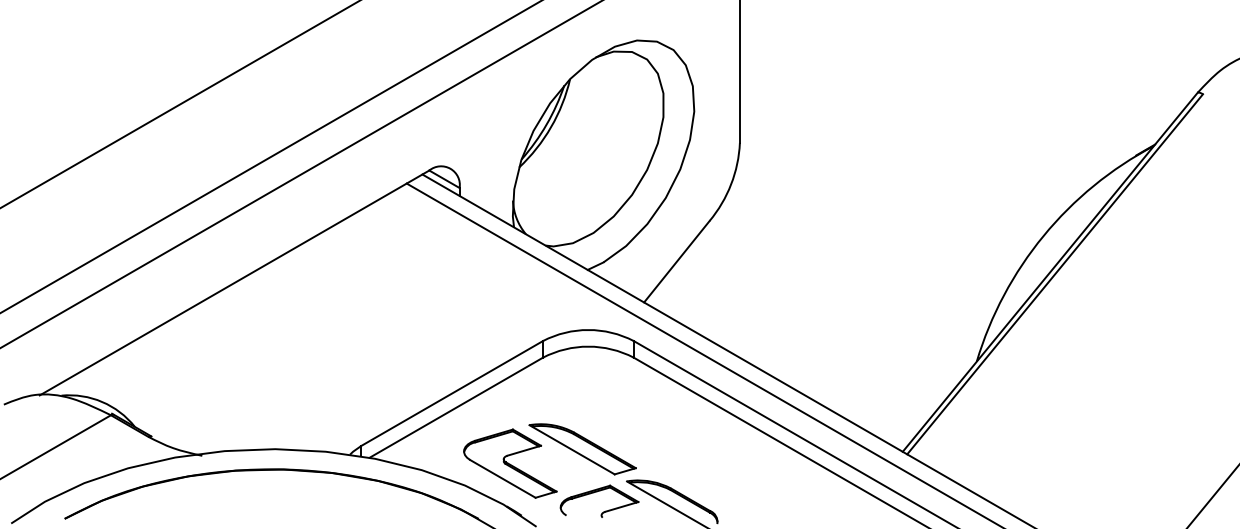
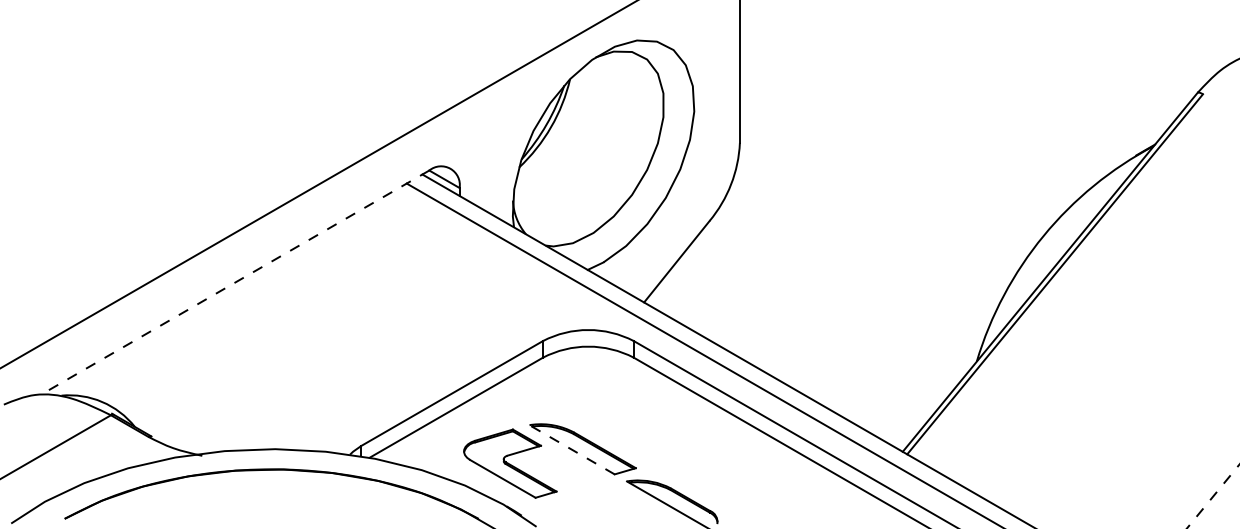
line at (179, 104): present -> none
line at (270, 156): present -> none
line at (300, 174) position: (300, 174) -> (318, 184)
line at (234, 282): solid -> dashed
line at (571, 449): solid -> dashed
part at (597, 492): present -> none
line at (1212, 496): solid -> dashed
